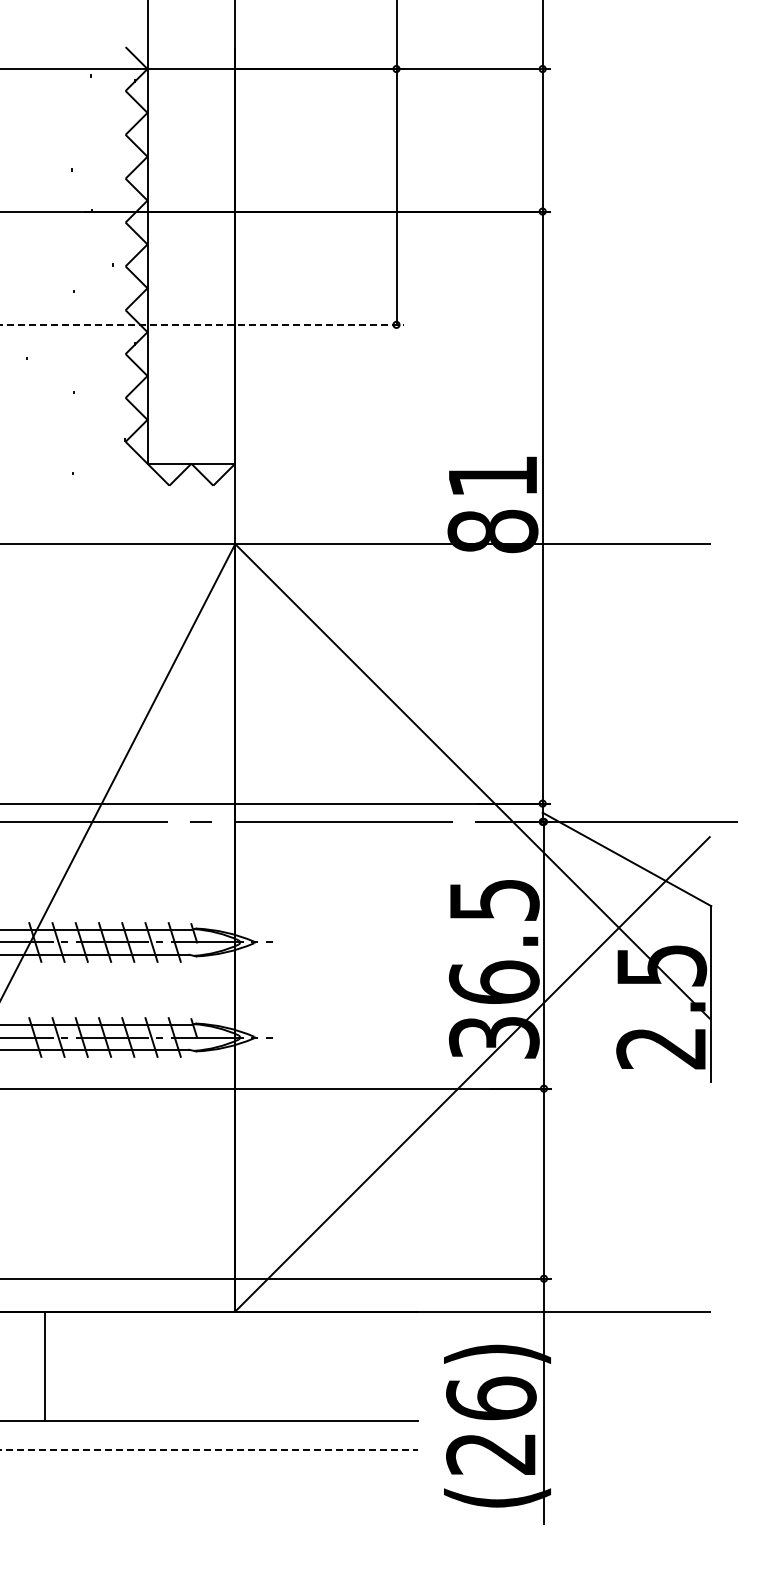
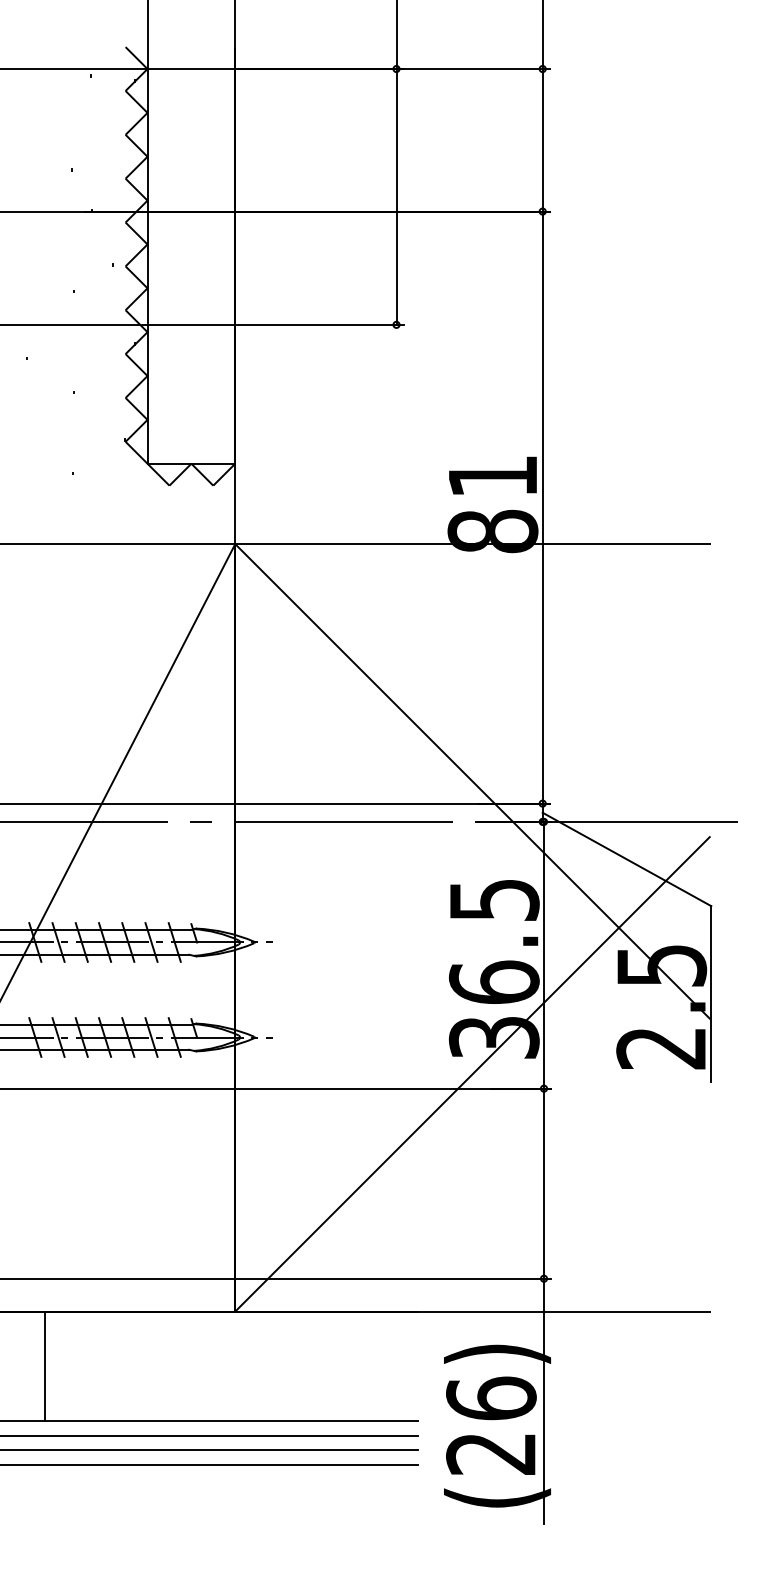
line at (202, 324): dashed -> solid
line at (209, 1435): none -> present
line at (209, 1450): dashed -> solid
line at (209, 1465): none -> present
